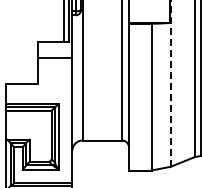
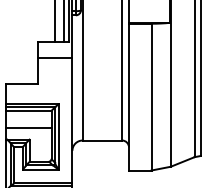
line at (55, 21): none -> present
line at (170, 83): dashed -> solid
line at (28, 128): none -> present
